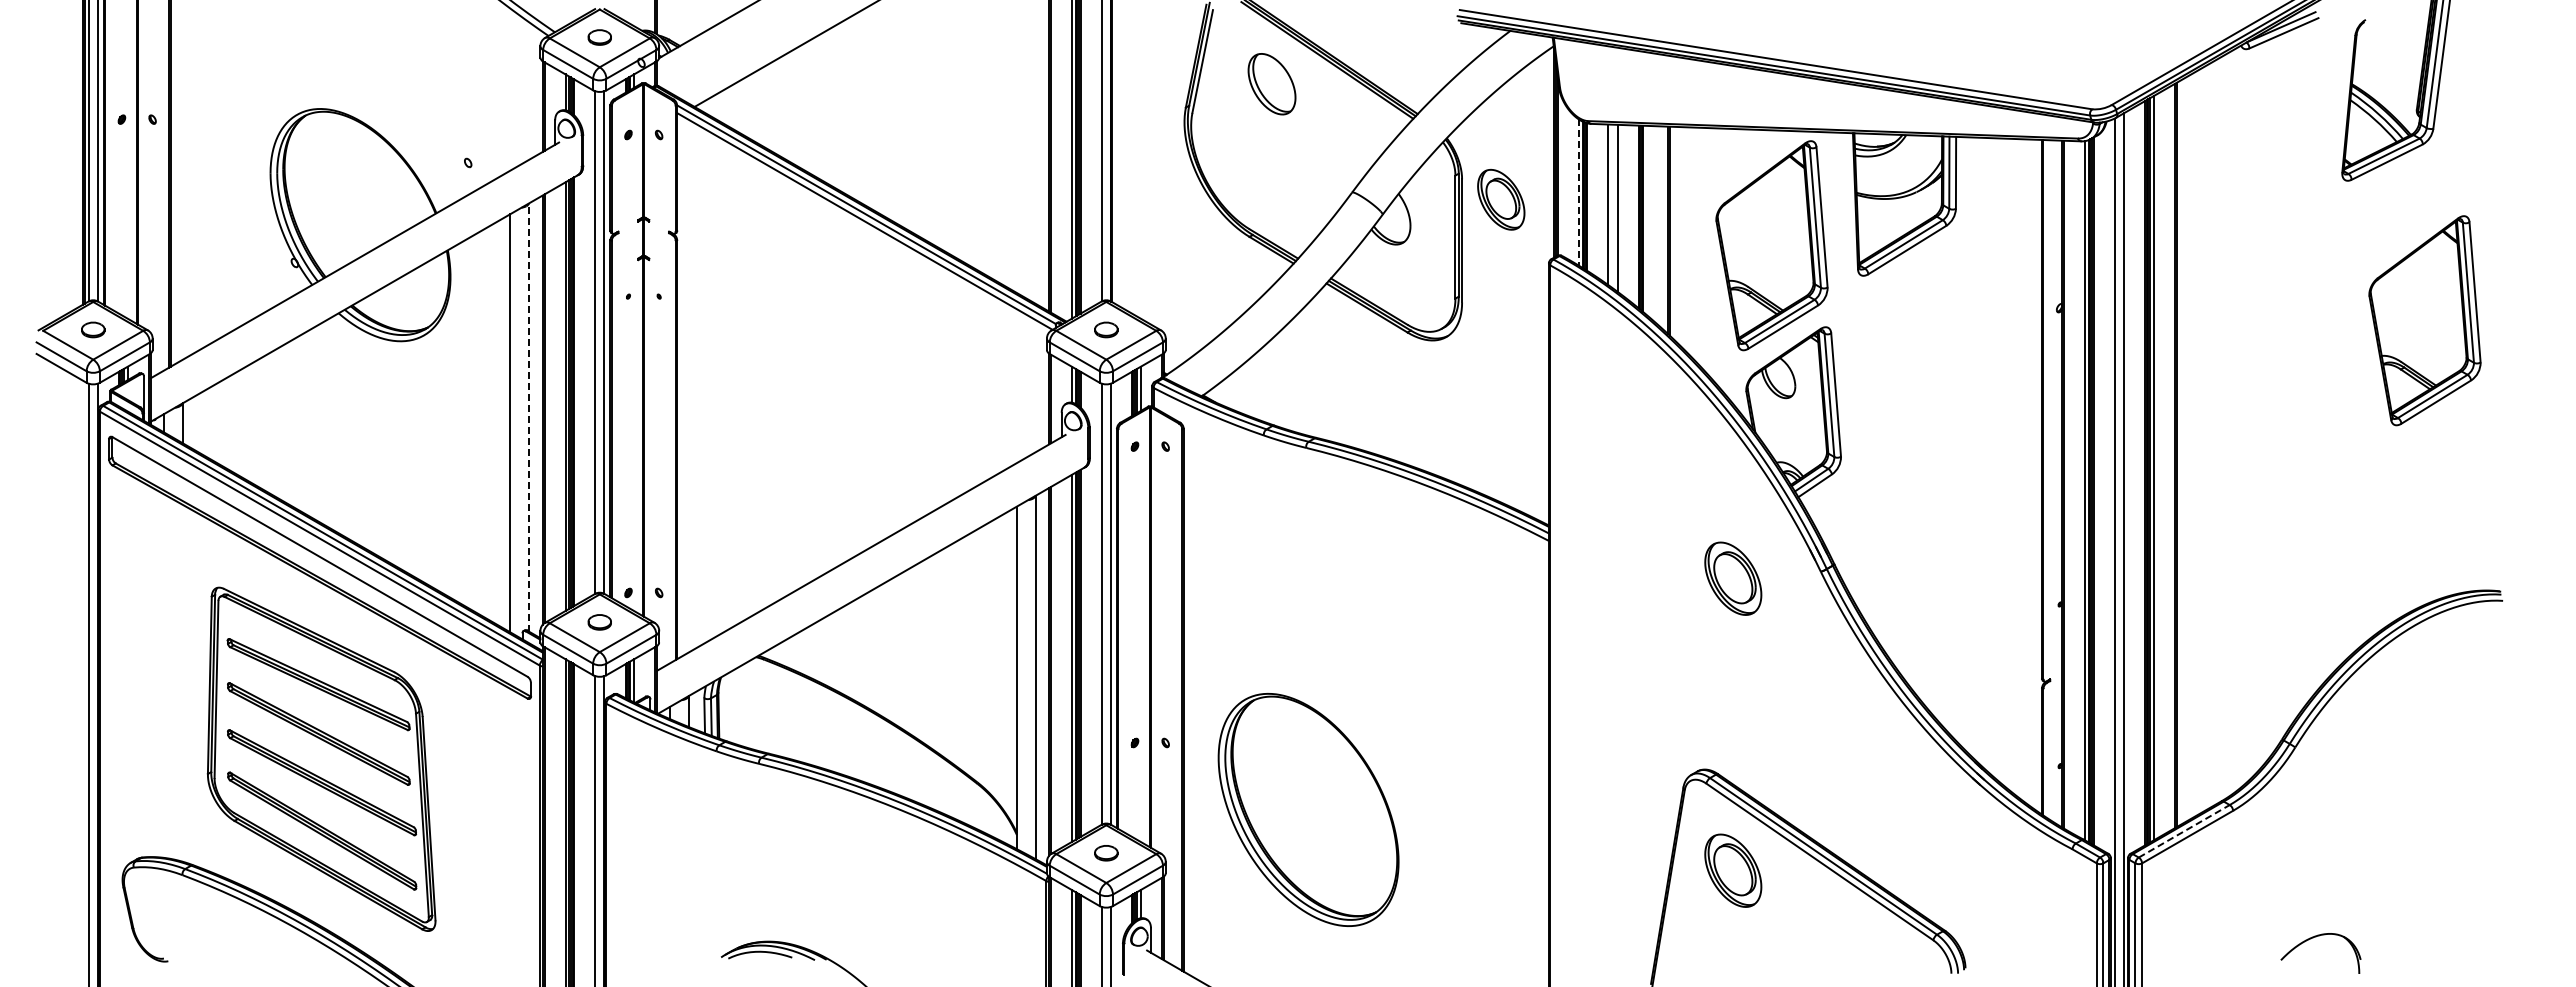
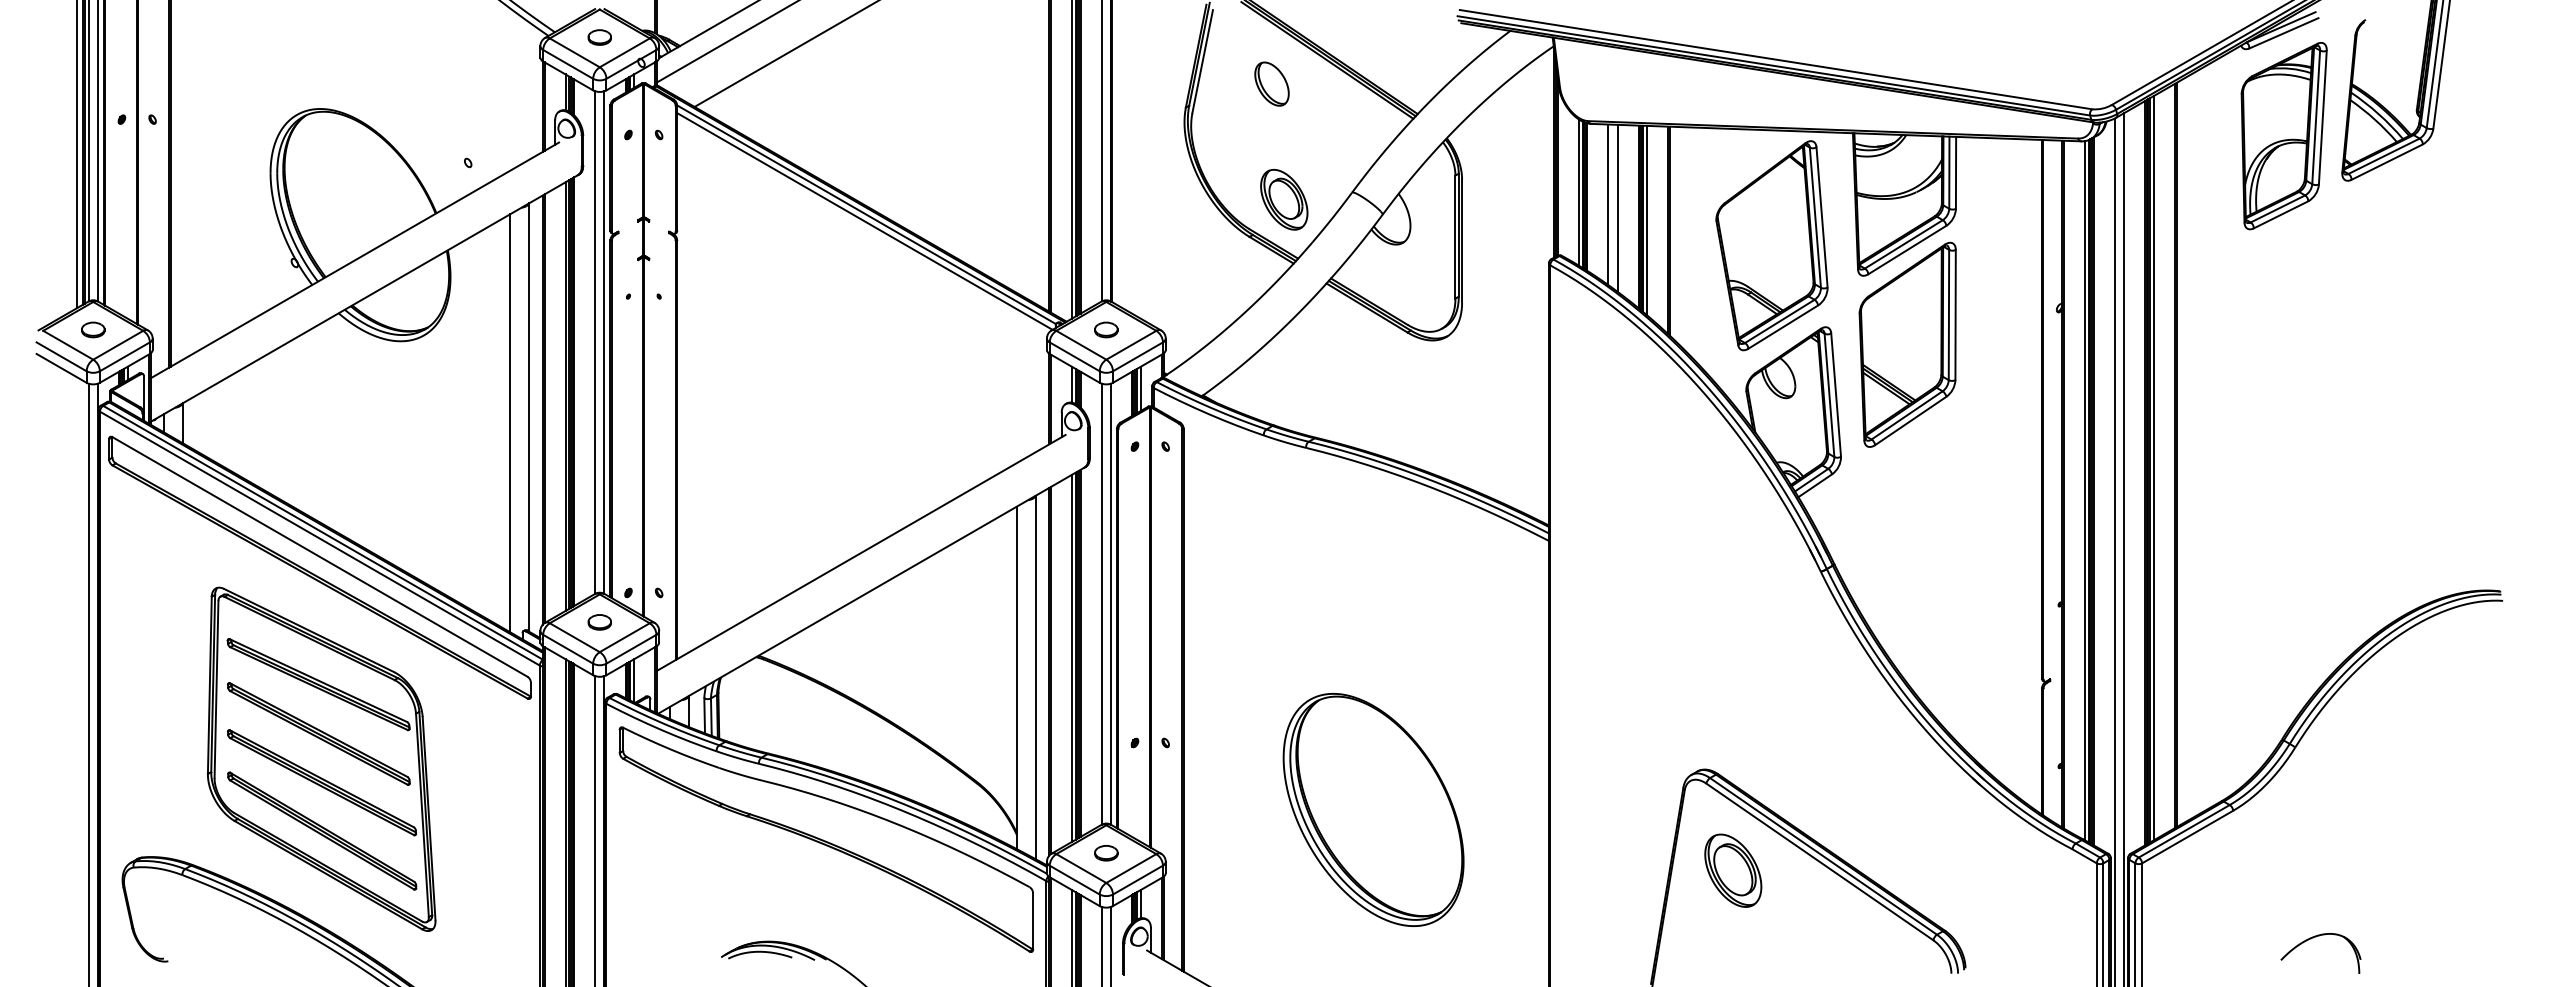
line at (726, 42): none -> present
part at (1271, 84) size: 50x63 px -> 36x46 px
part at (2283, 136): none -> present
line at (77, 155): none -> present
line at (1578, 192): dashed -> solid
part at (1501, 199) position: (1501, 199) -> (1284, 199)
line at (1647, 220): none -> present
part at (2424, 320): present -> none
part at (1907, 344): none -> present
line at (529, 417): dashed -> solid
part at (1733, 578): present -> none
part at (1308, 809) position: (1308, 809) -> (1373, 809)
line at (2184, 831): dashed -> solid
part at (826, 839): none -> present
